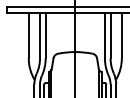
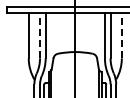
line at (40, 35): solid -> dashed
line at (121, 35): solid -> dashed
